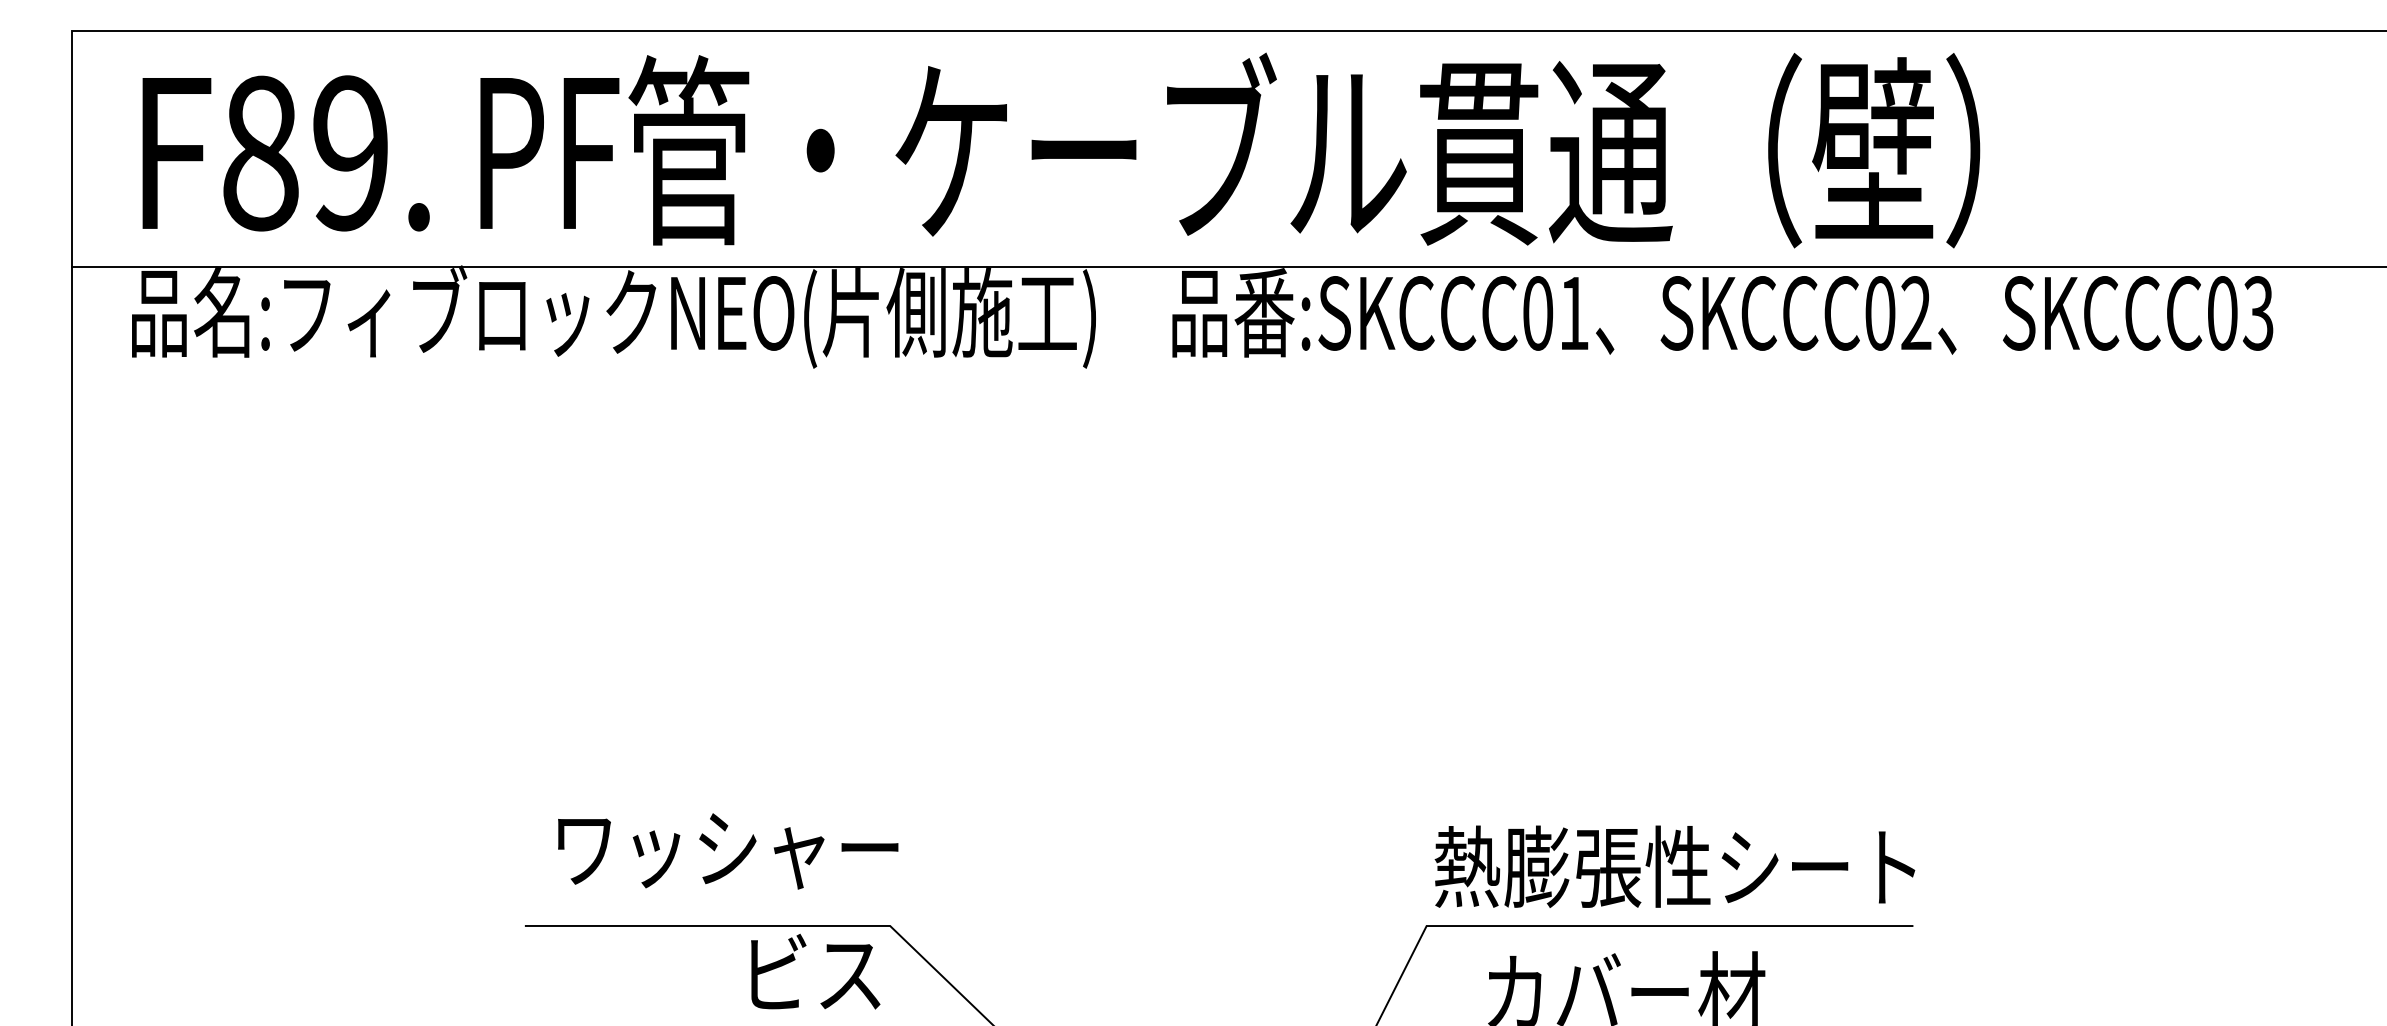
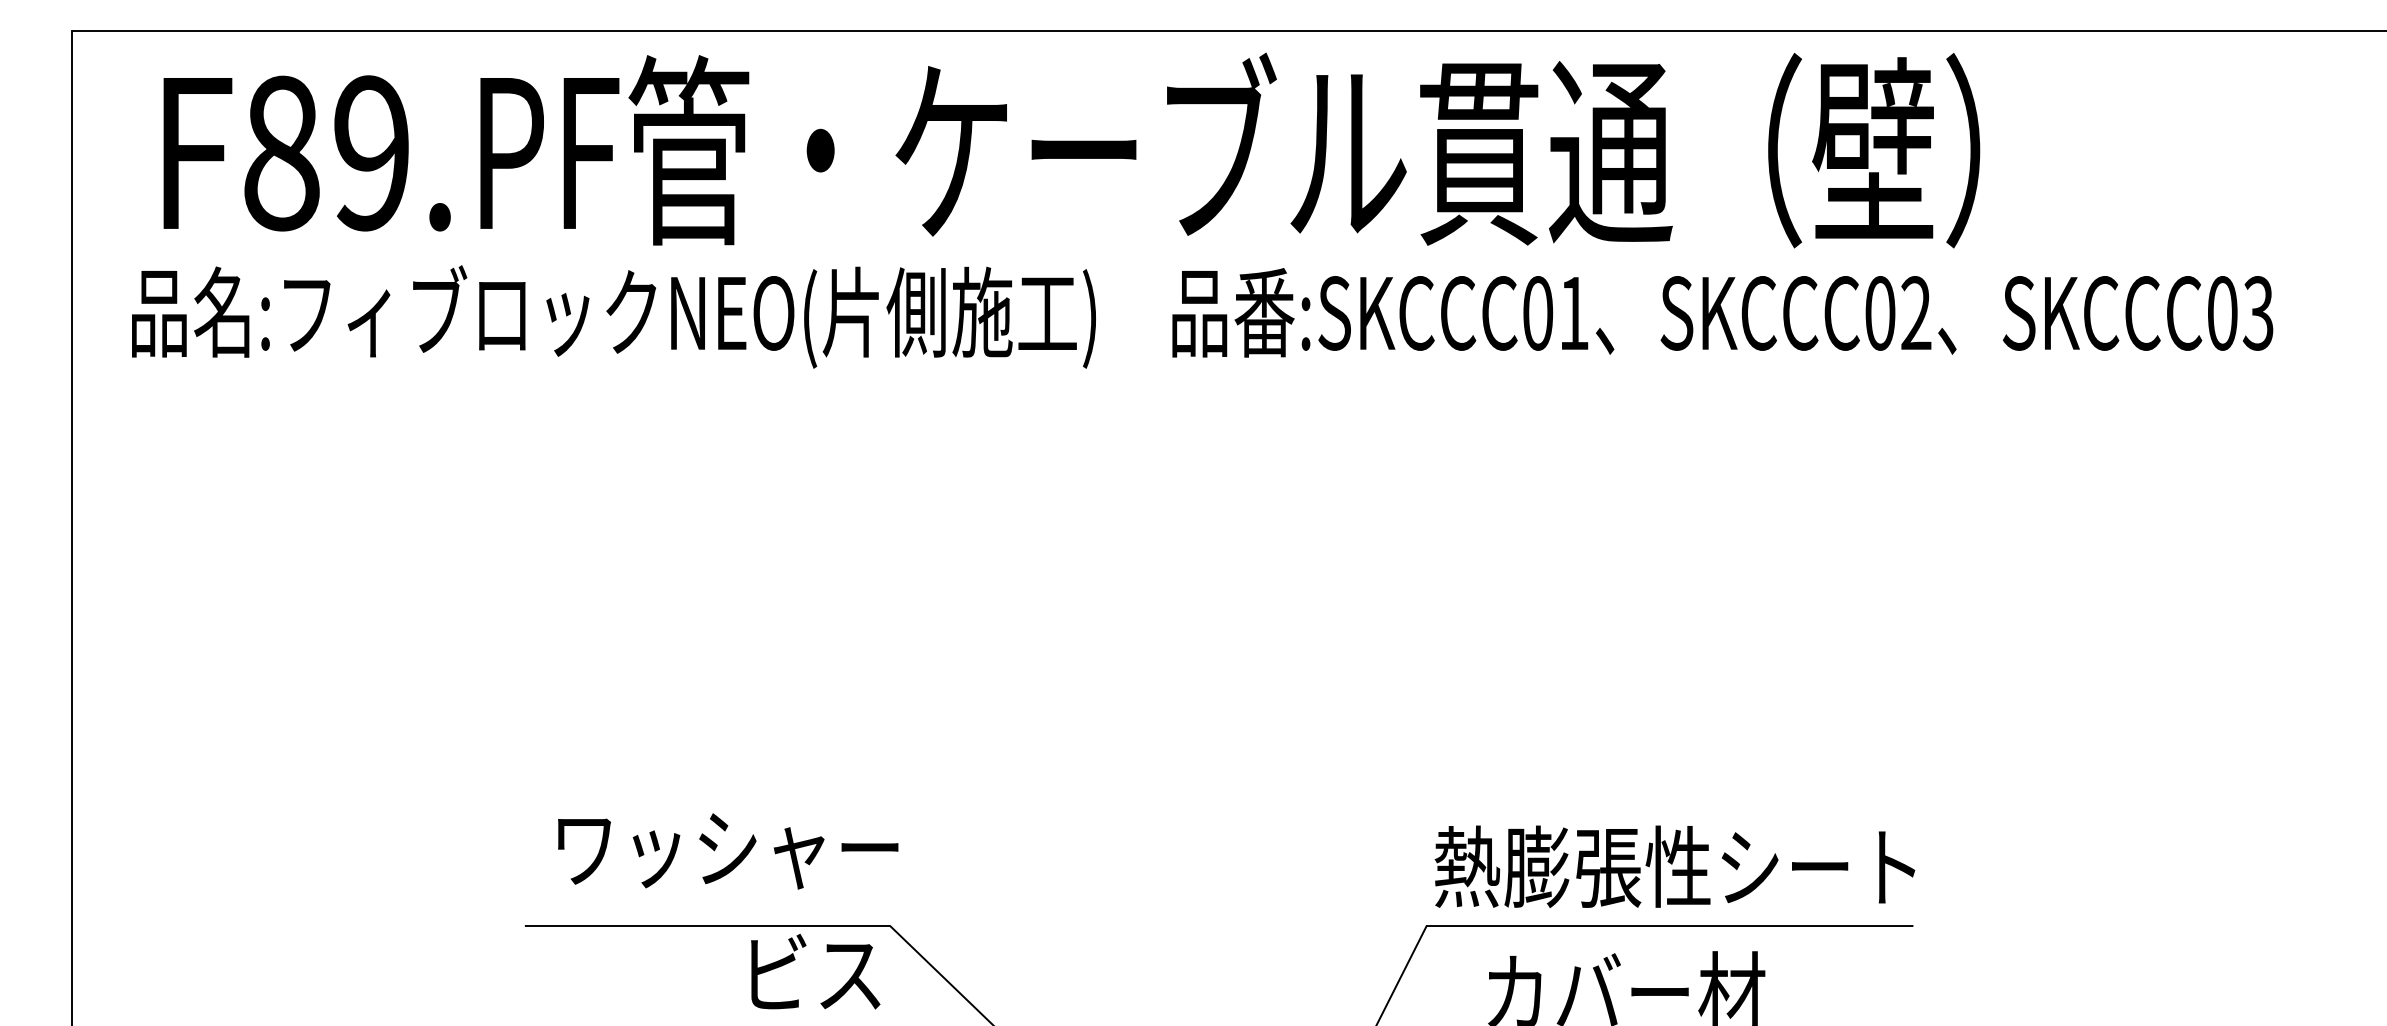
text at (285, 153) position: (285, 153) -> (306, 153)
line at (1227, 267): present -> none
